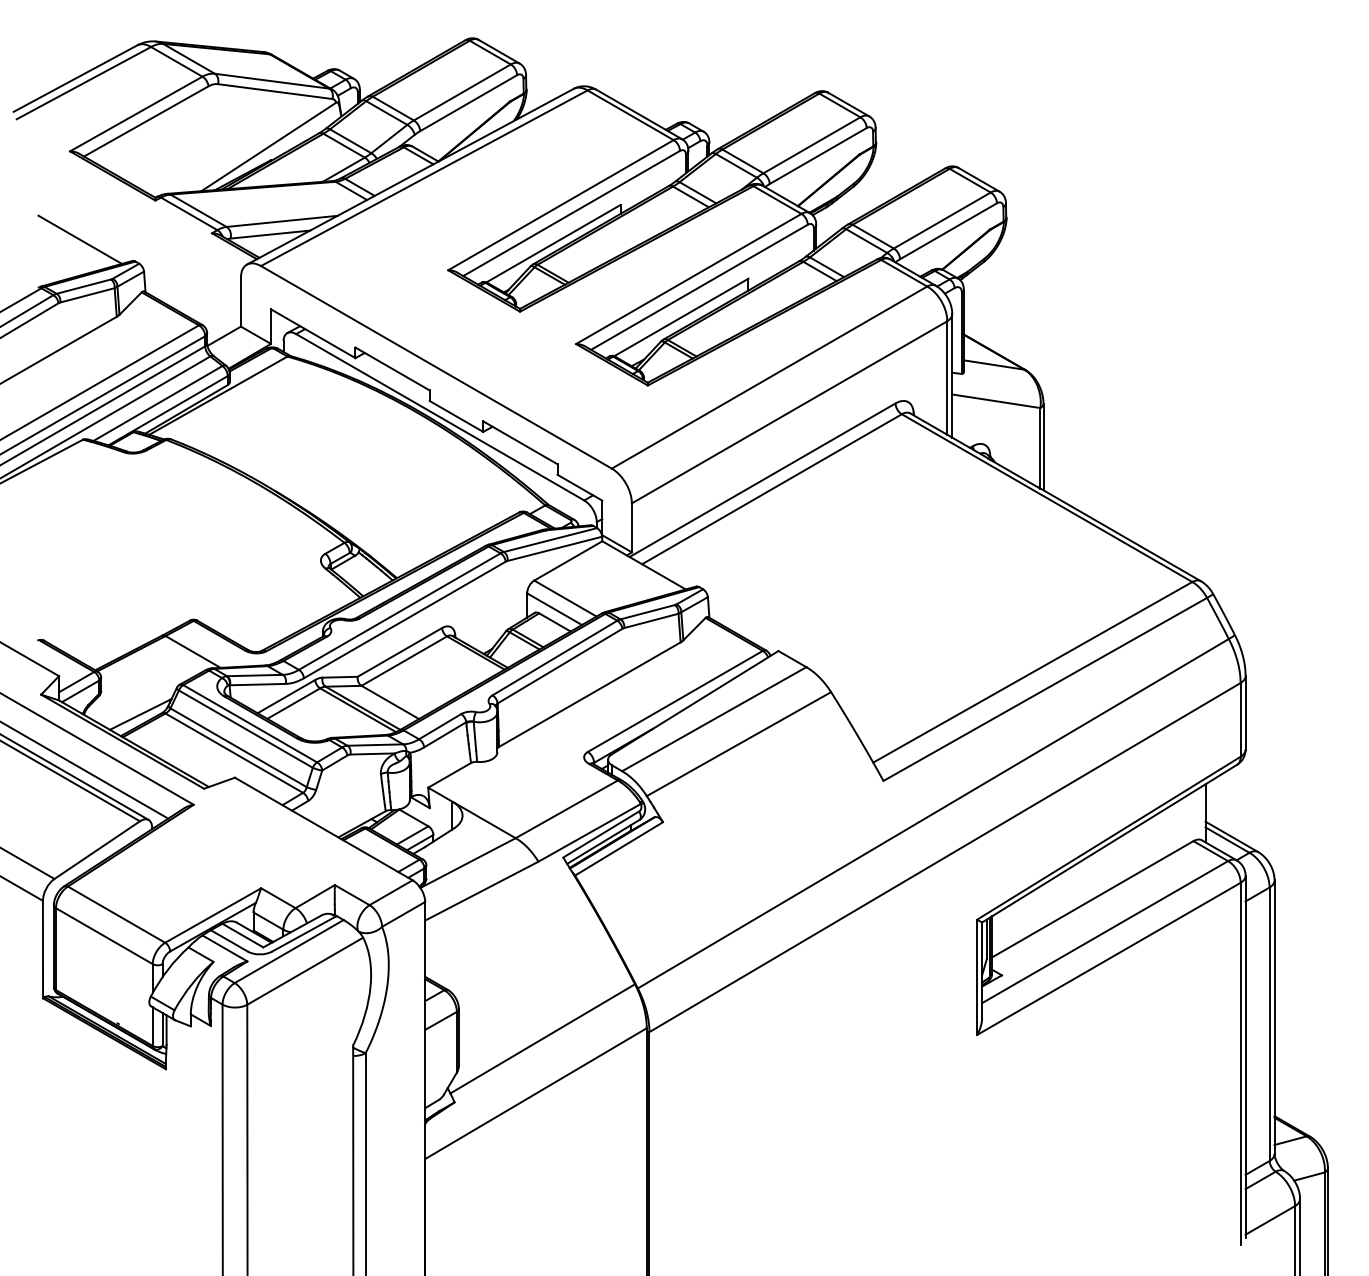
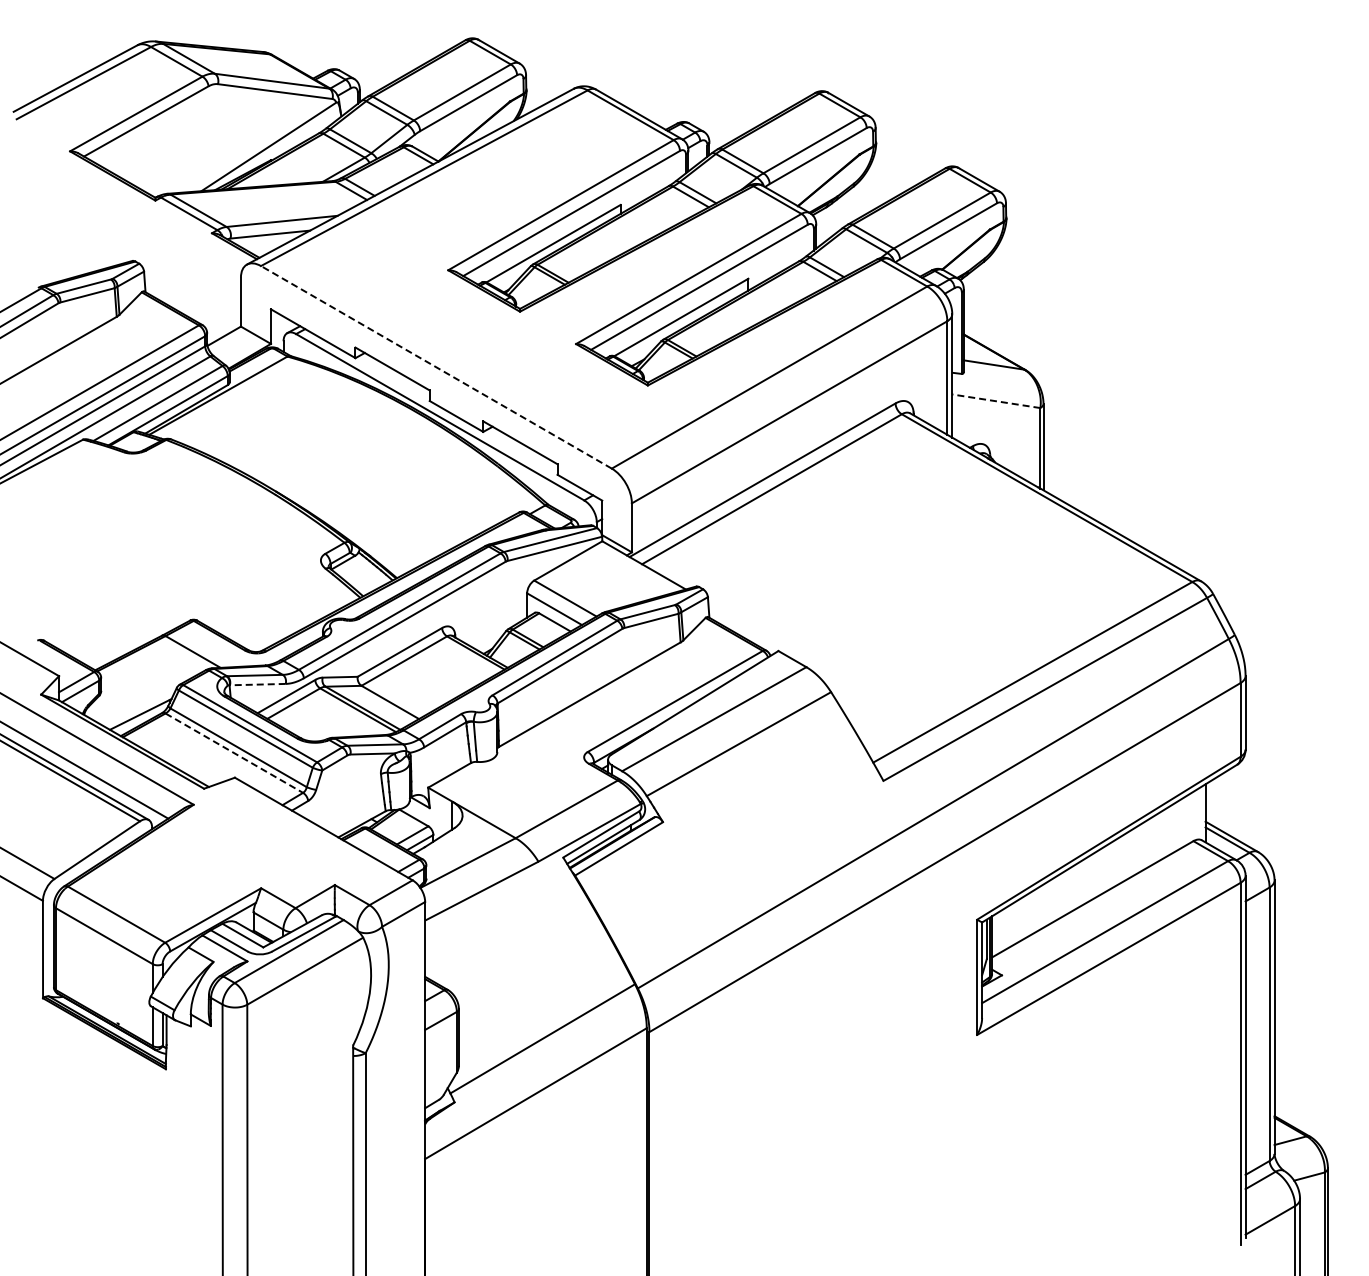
line at (79, 239): present -> none
line at (436, 367): solid -> dashed
line at (996, 401): solid -> dashed
line at (257, 684): solid -> dashed
line at (234, 753): solid -> dashed
